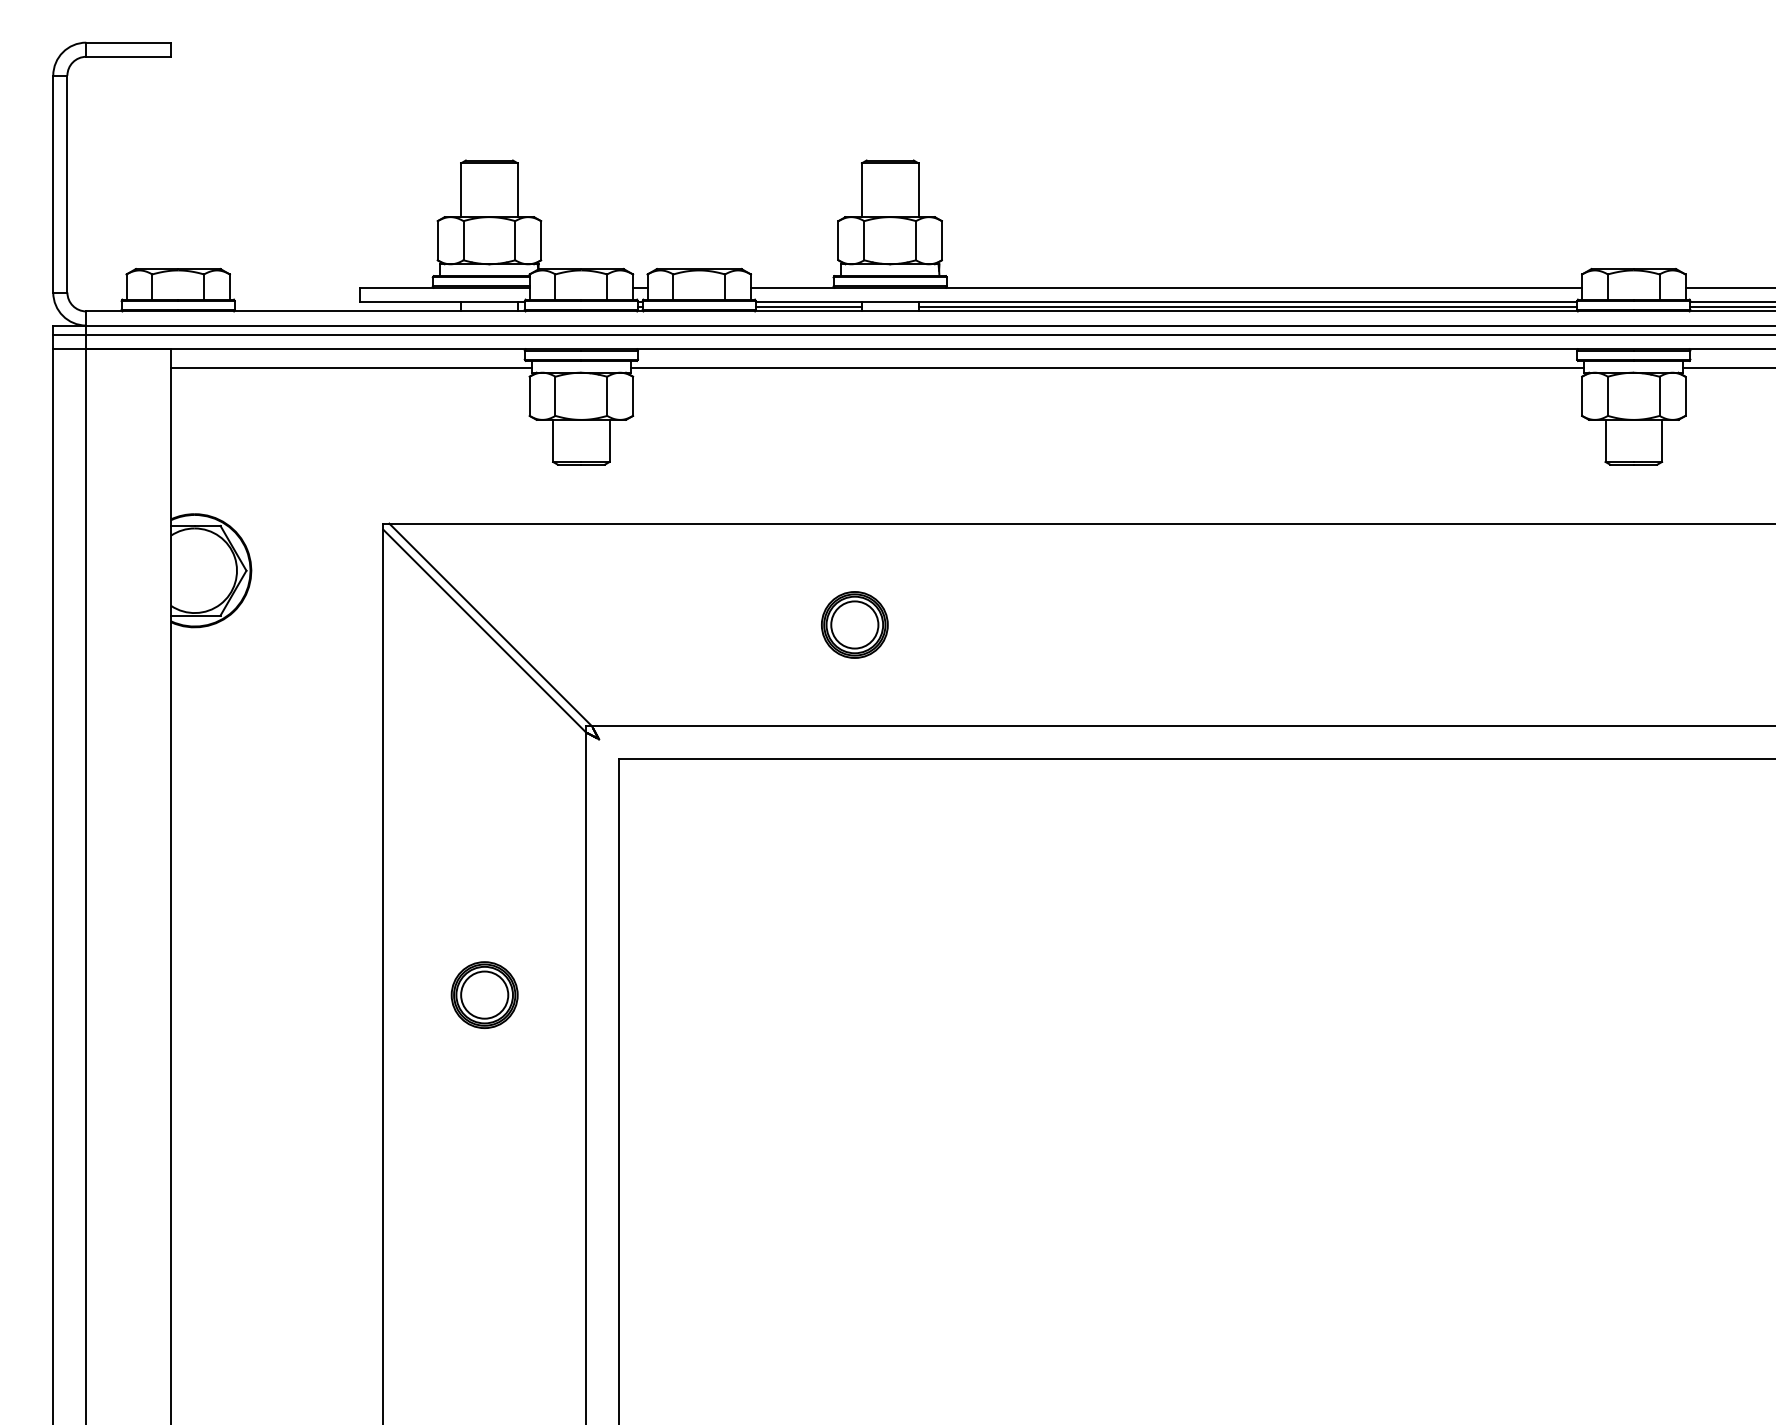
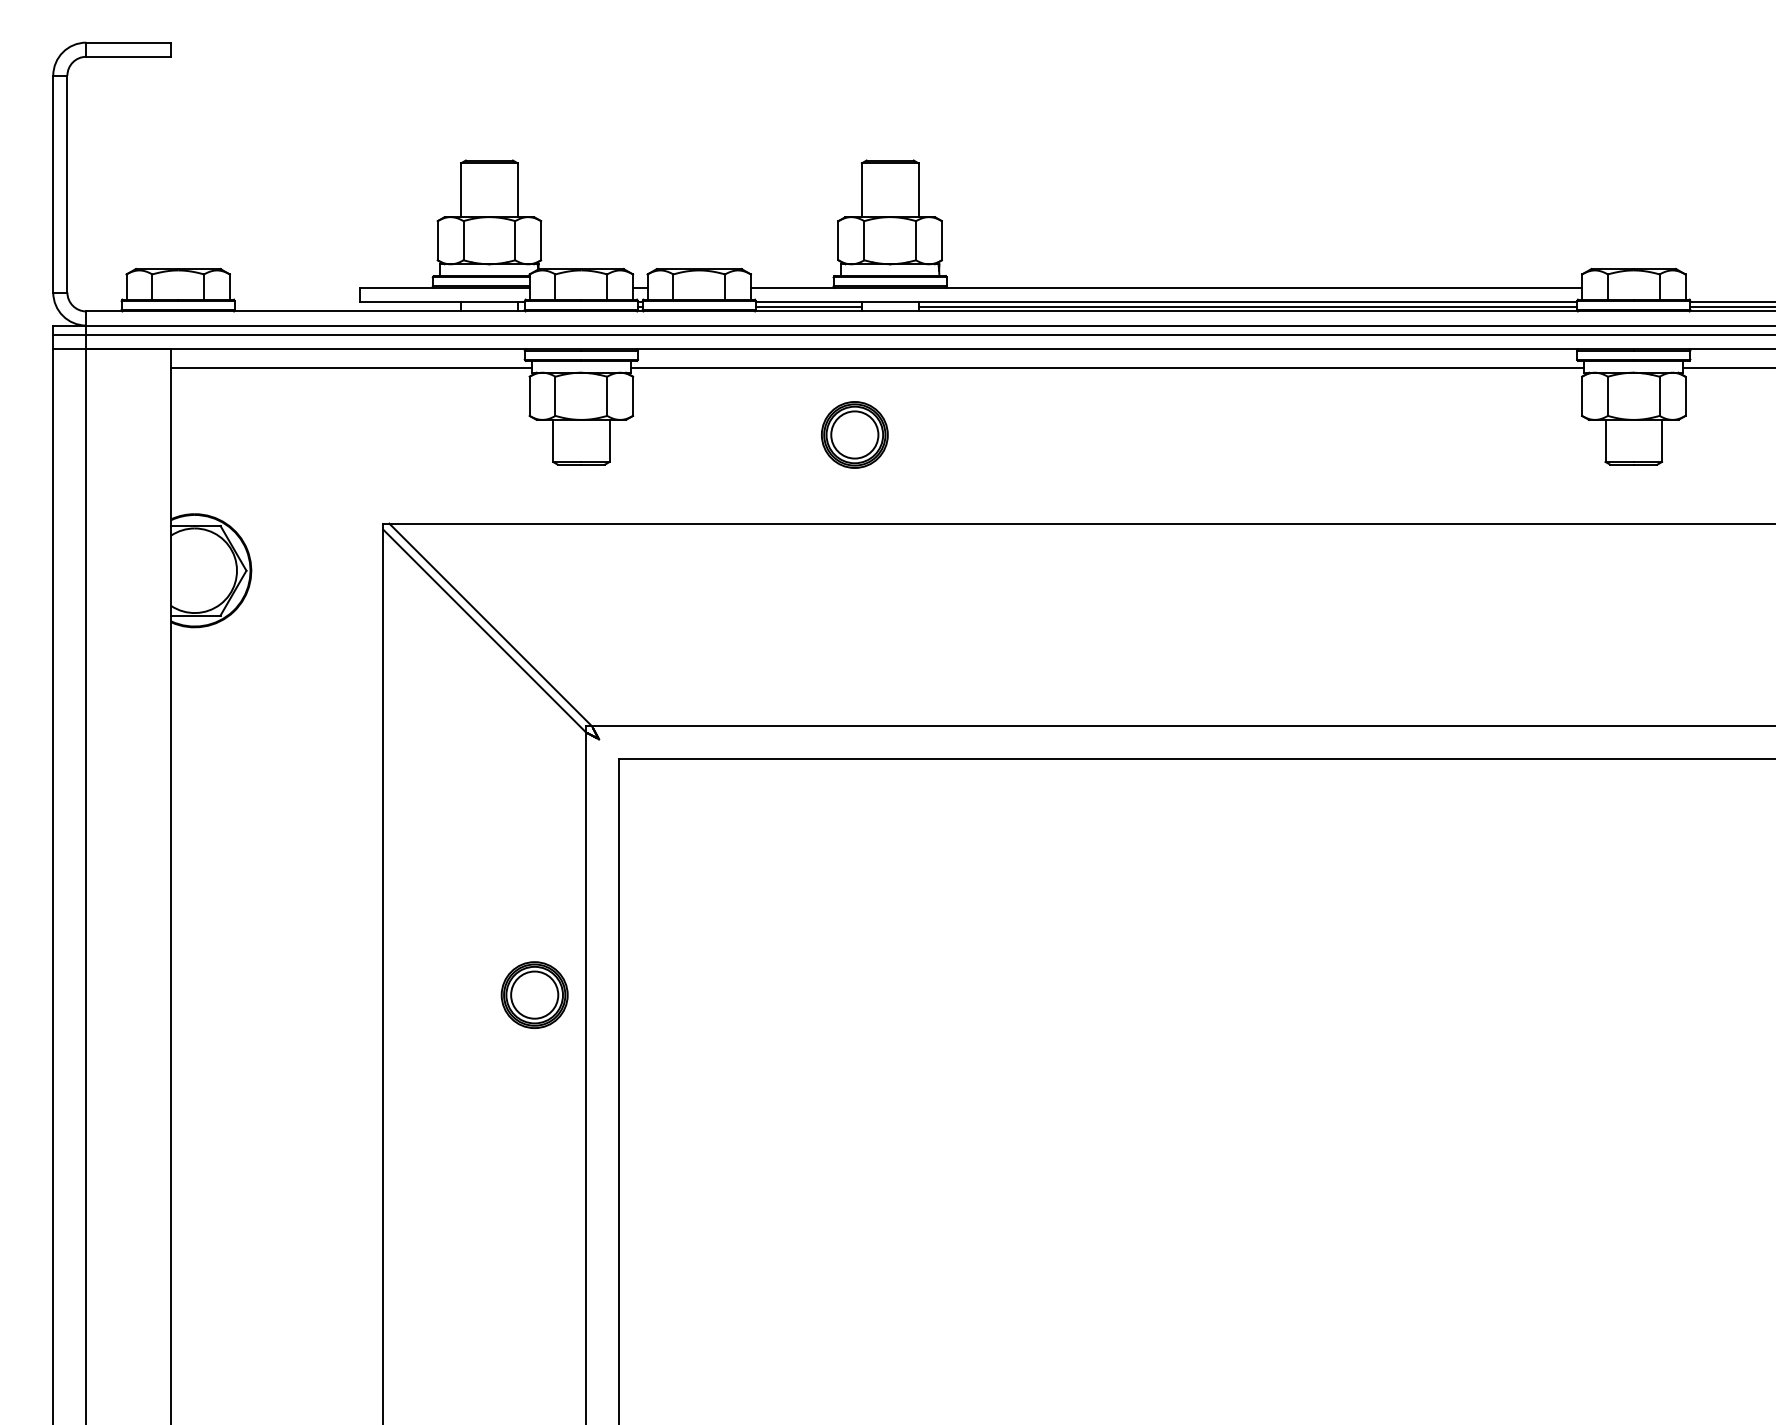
line at (1728, 287): present -> none
part at (854, 624) position: (854, 624) -> (854, 434)
part at (484, 994) position: (484, 994) -> (534, 994)
